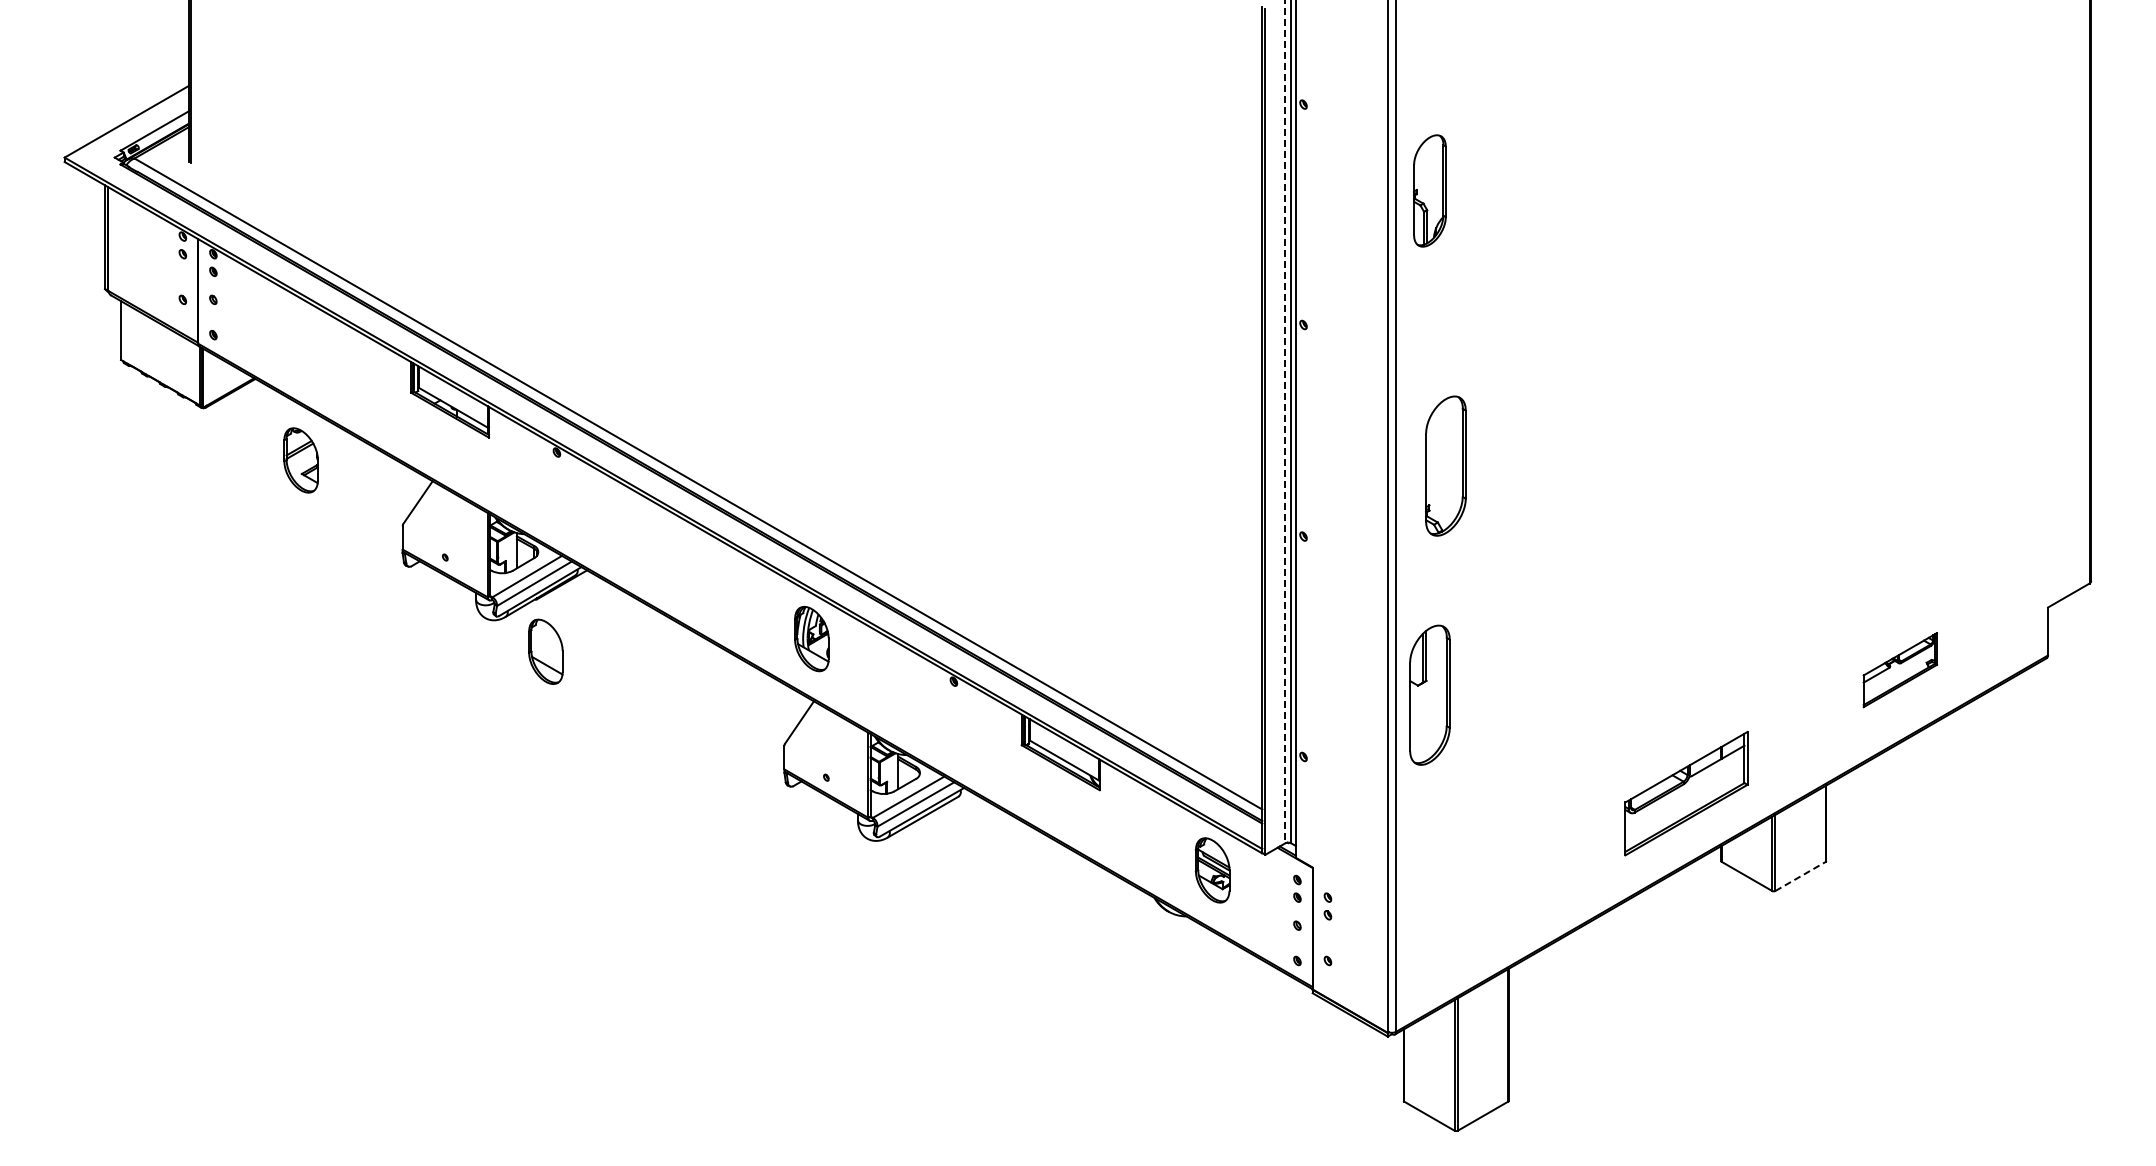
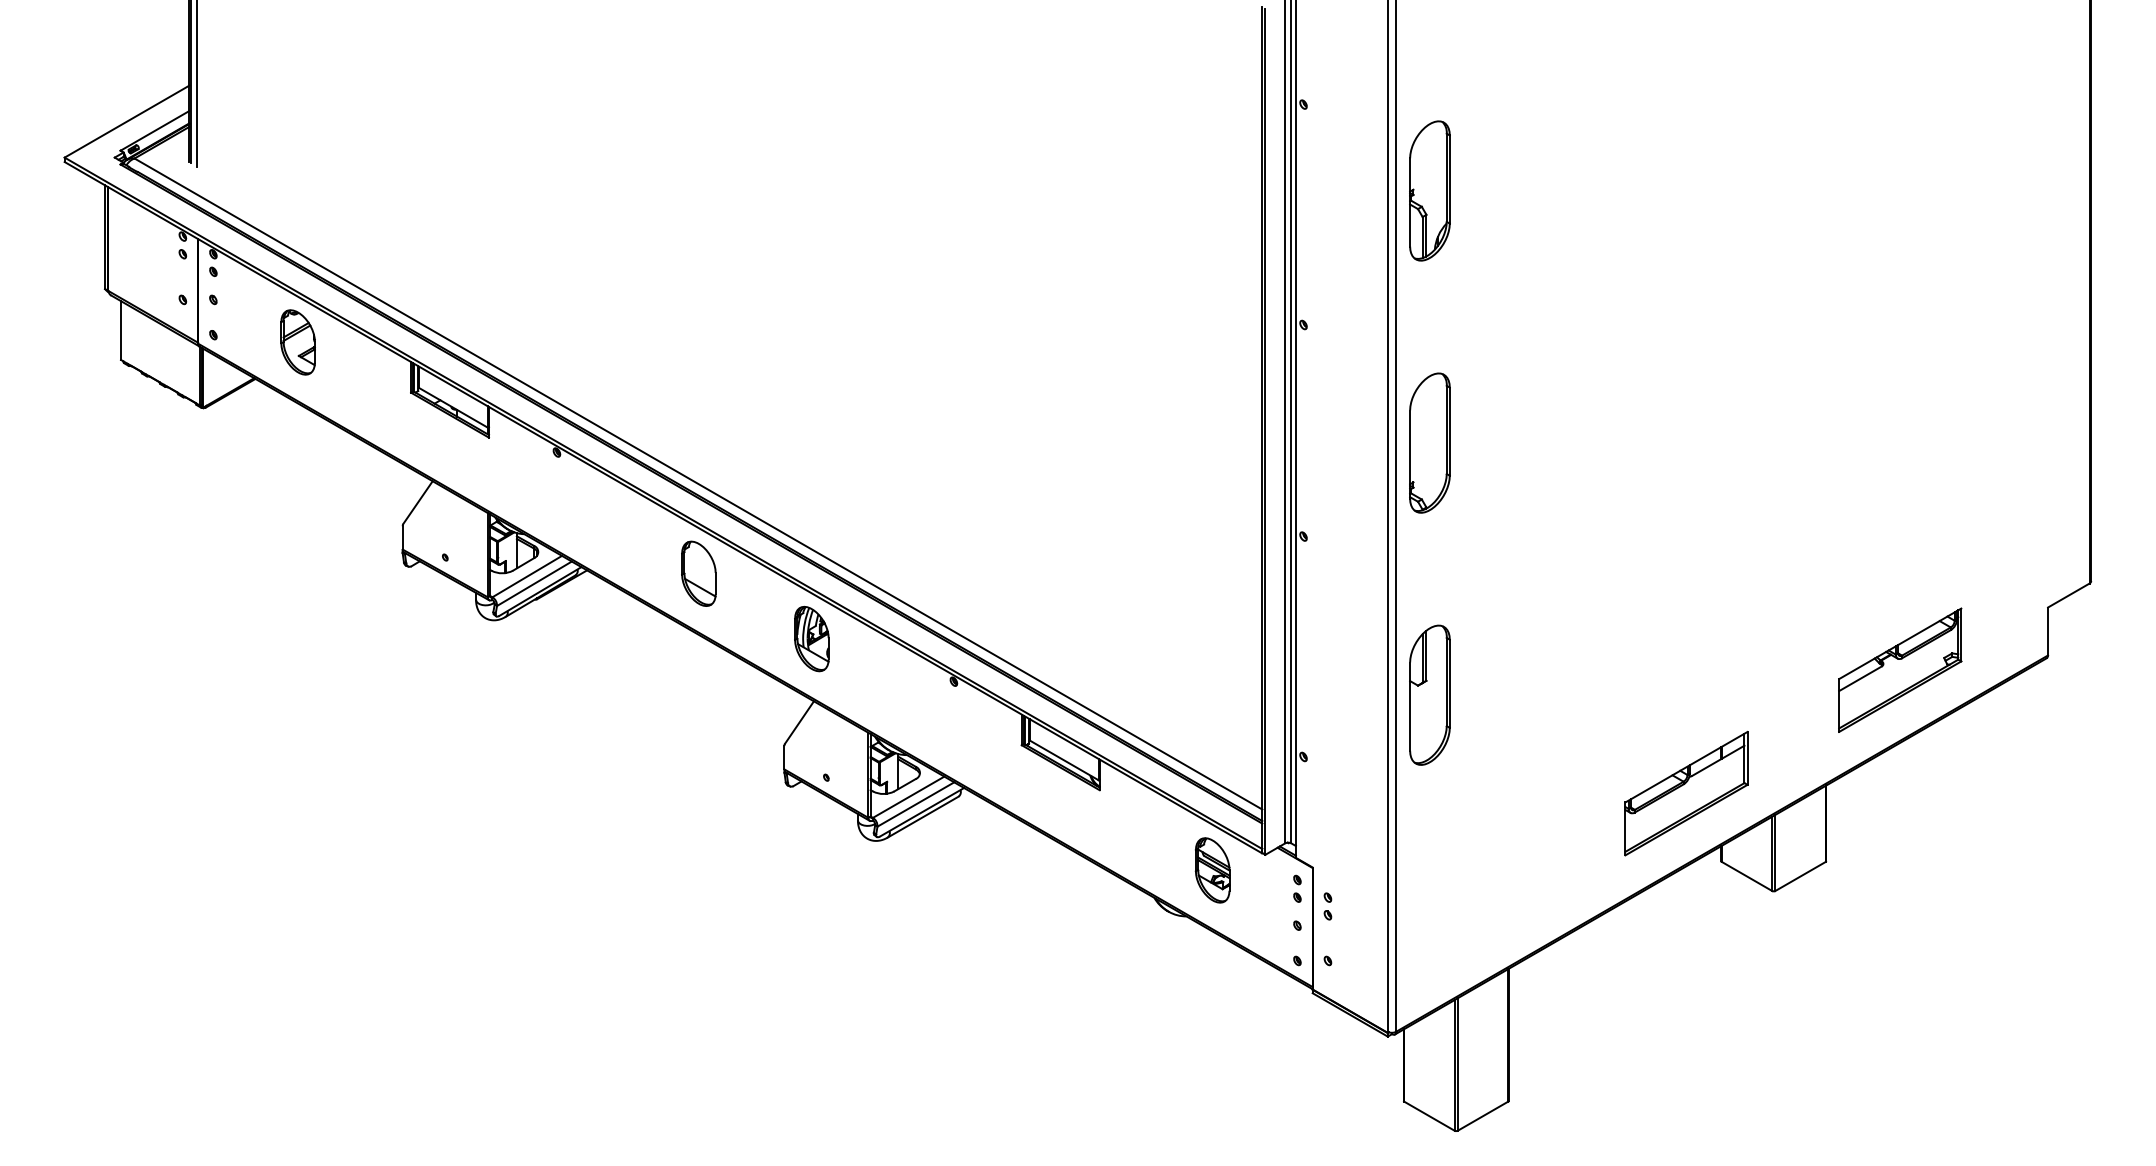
line at (197, 84): none -> present
part at (1429, 190) size: 34x114 px -> 42x142 px
line at (1285, 421): dashed -> solid
part at (300, 460) position: (300, 460) -> (297, 342)
part at (1445, 465) position: (1445, 465) -> (1429, 442)
part at (545, 651) position: (545, 651) -> (698, 573)
part at (1900, 670) size: 77x77 px -> 125x126 px
line at (1800, 876): dashed -> solid
